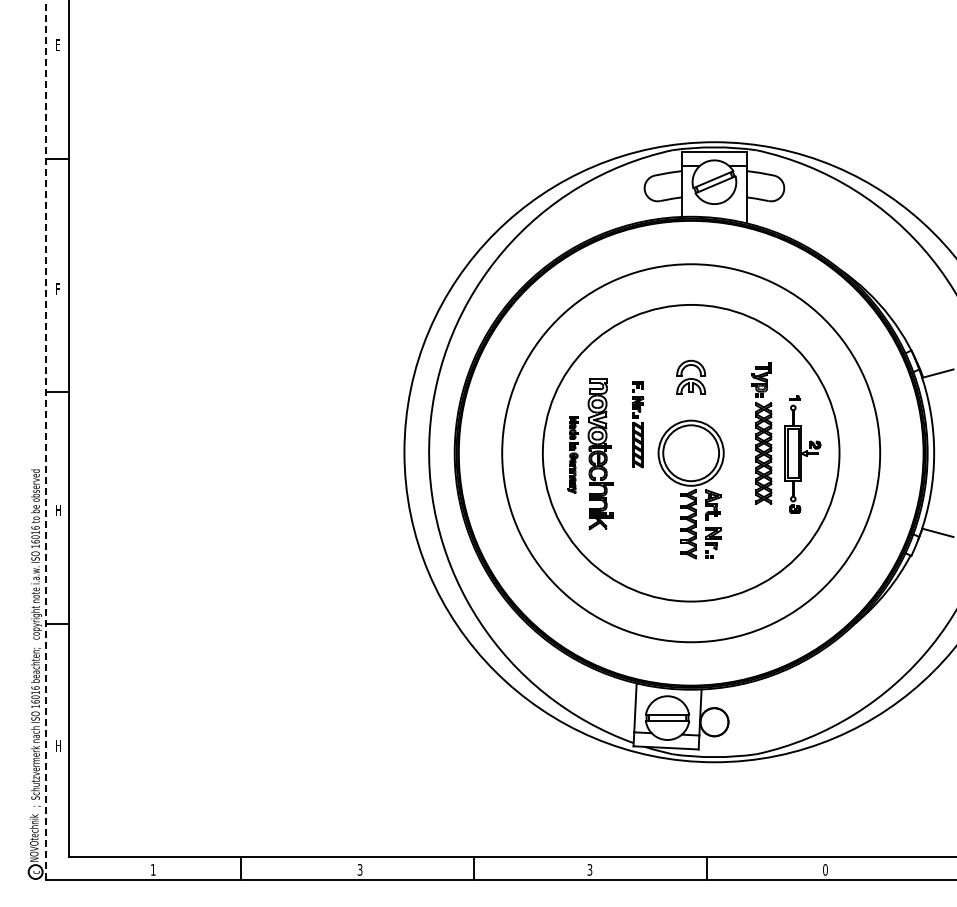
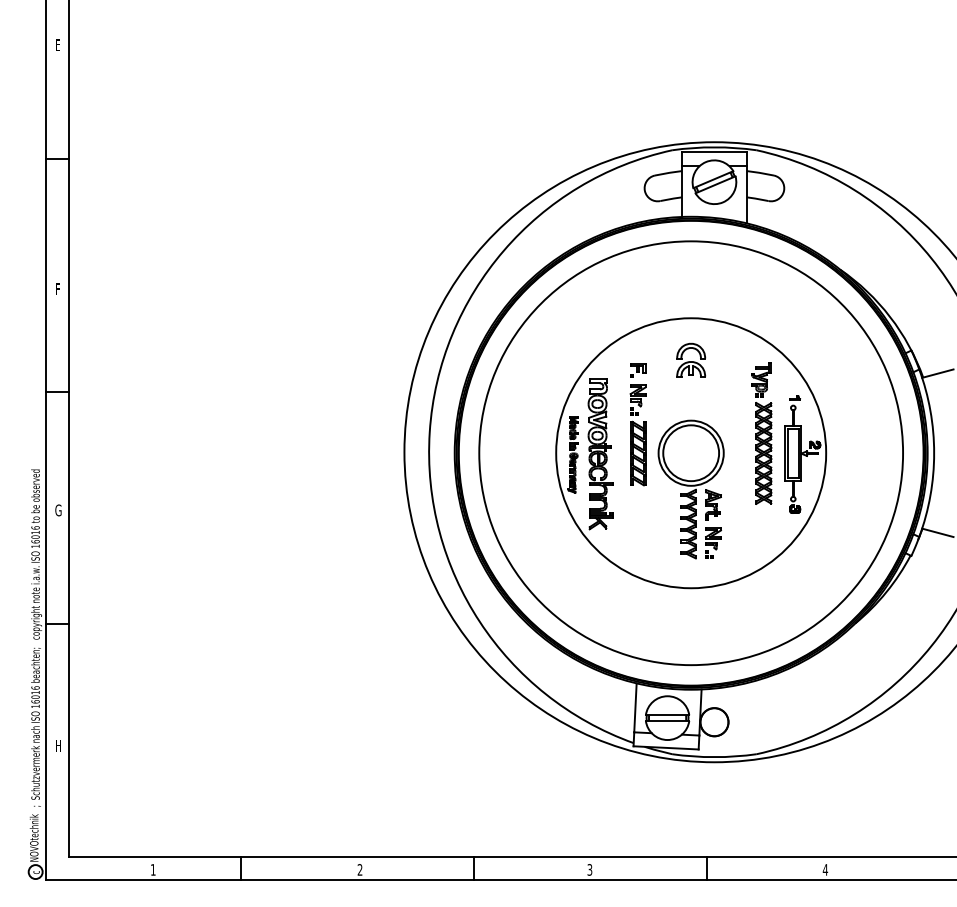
part at (691, 376) position: (691, 376) -> (691, 359)
part at (637, 424) size: 14x88 px -> 18x124 px
line at (46, 439): dashed -> solid
circle at (690, 452) diameter: 297 px -> 424 px
circle at (691, 453) diameter: 378 px -> 270 px
text at (58, 510): H -> G
text at (359, 869): 3 -> 2
text at (825, 869): 0 -> 4
